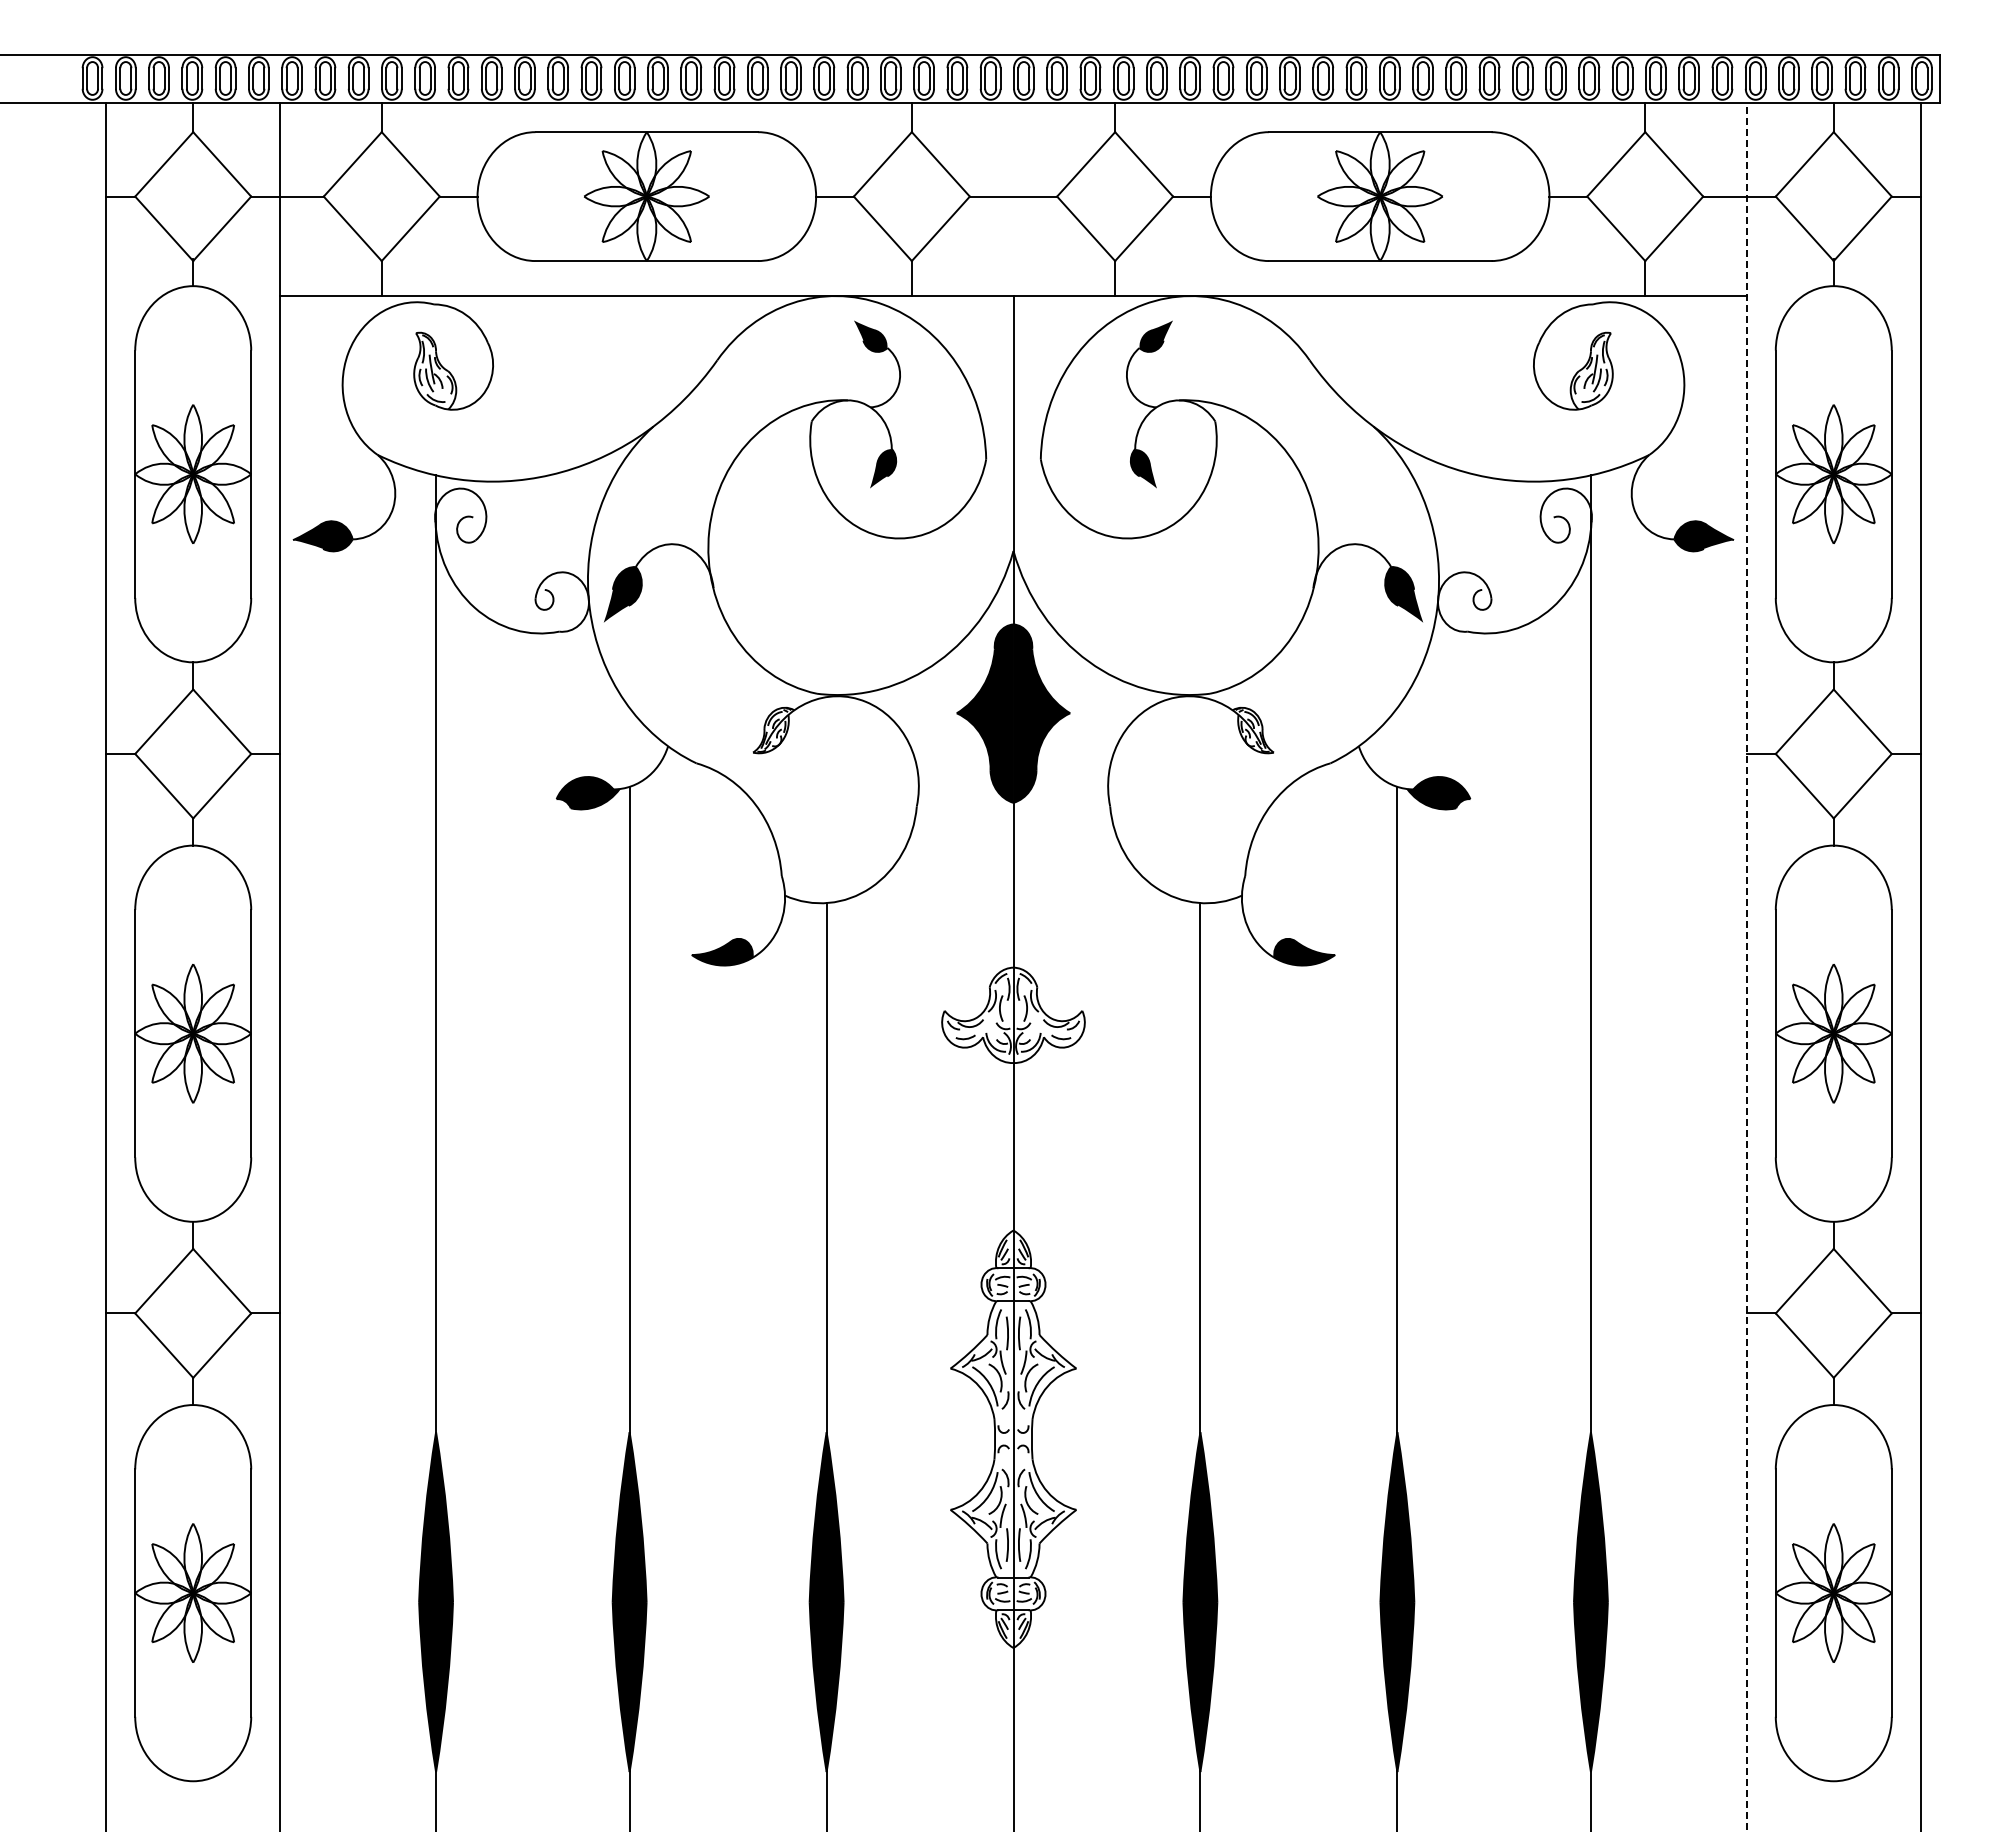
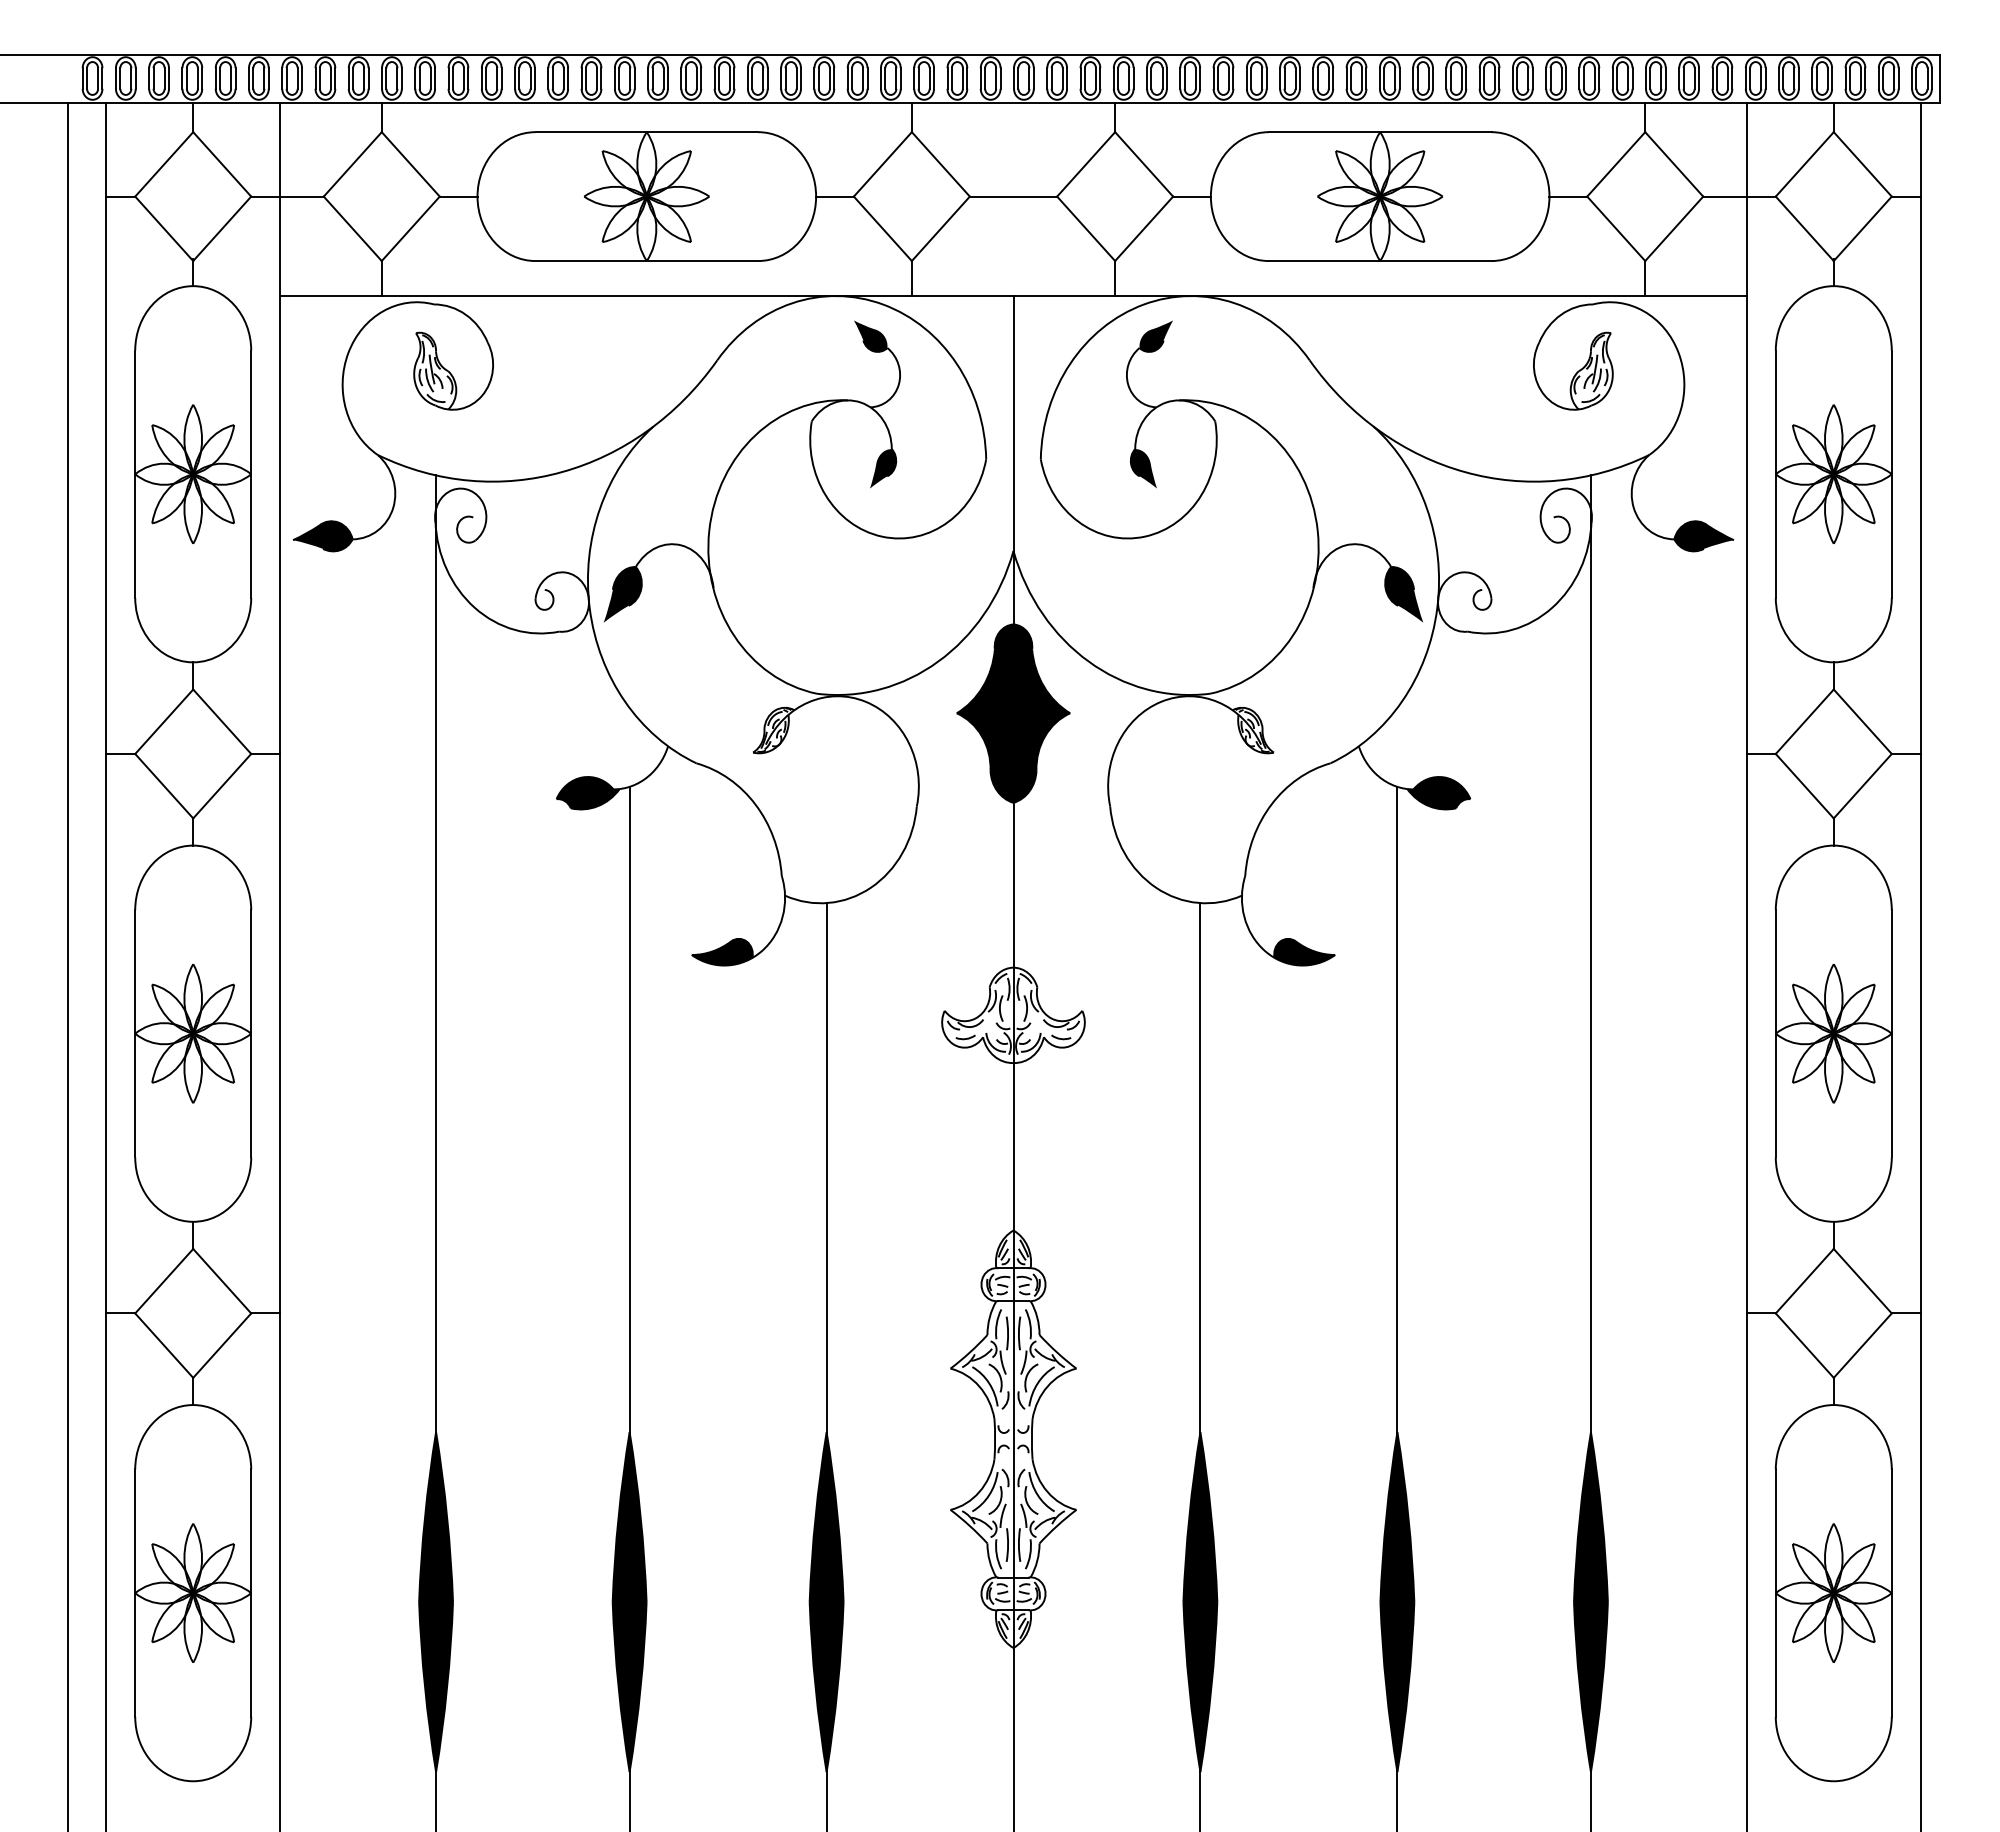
line at (67, 965): none -> present
line at (1746, 966): dashed -> solid
